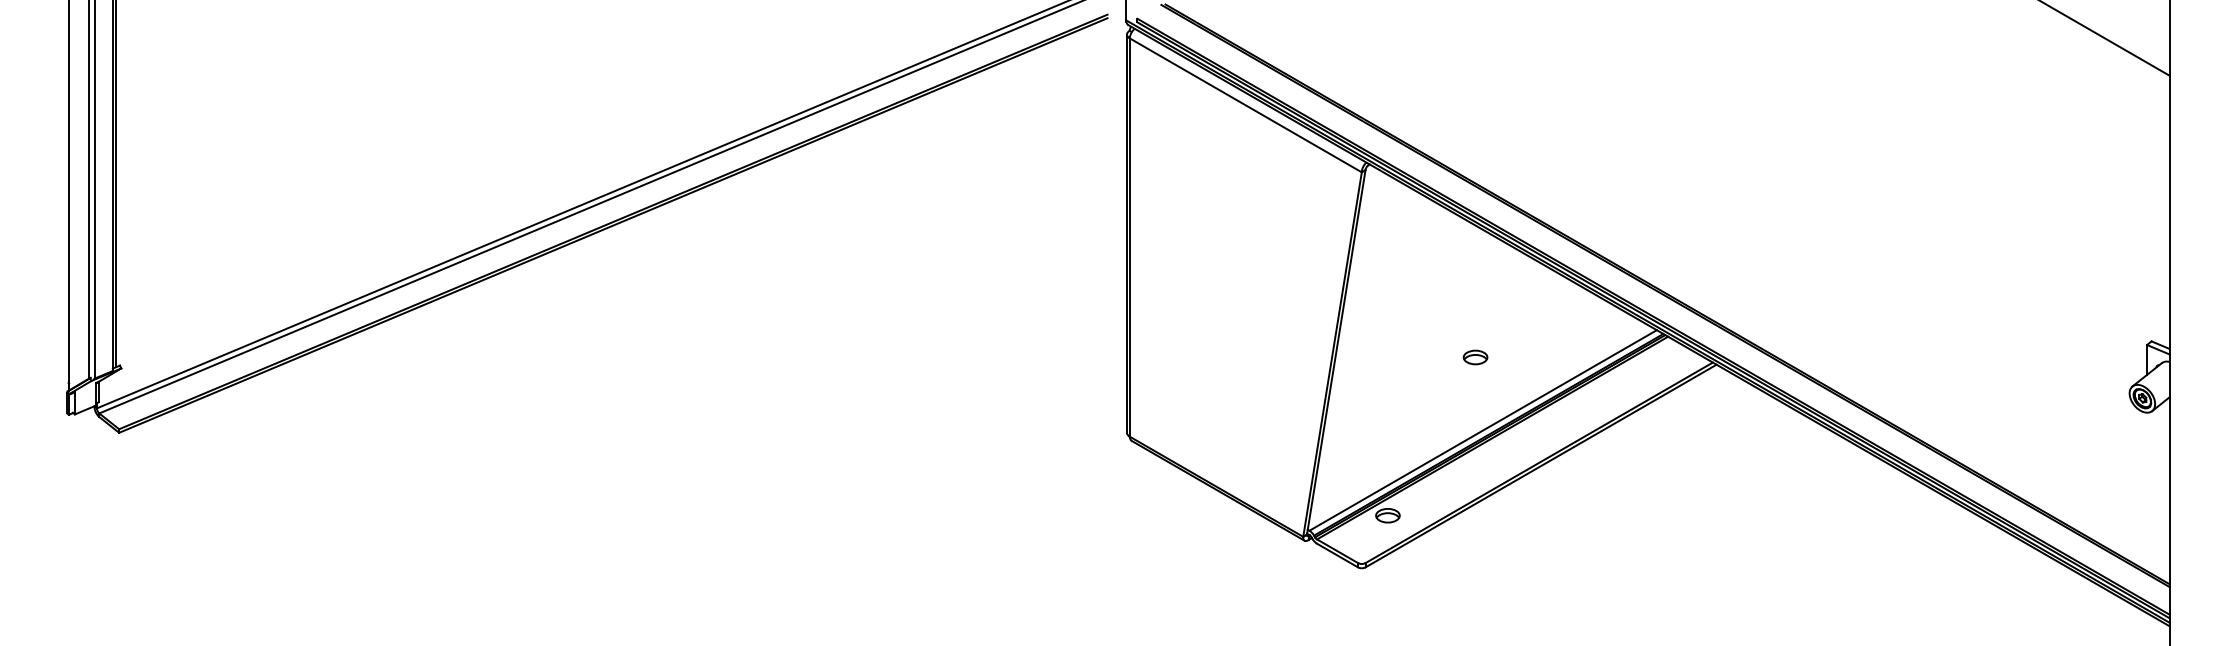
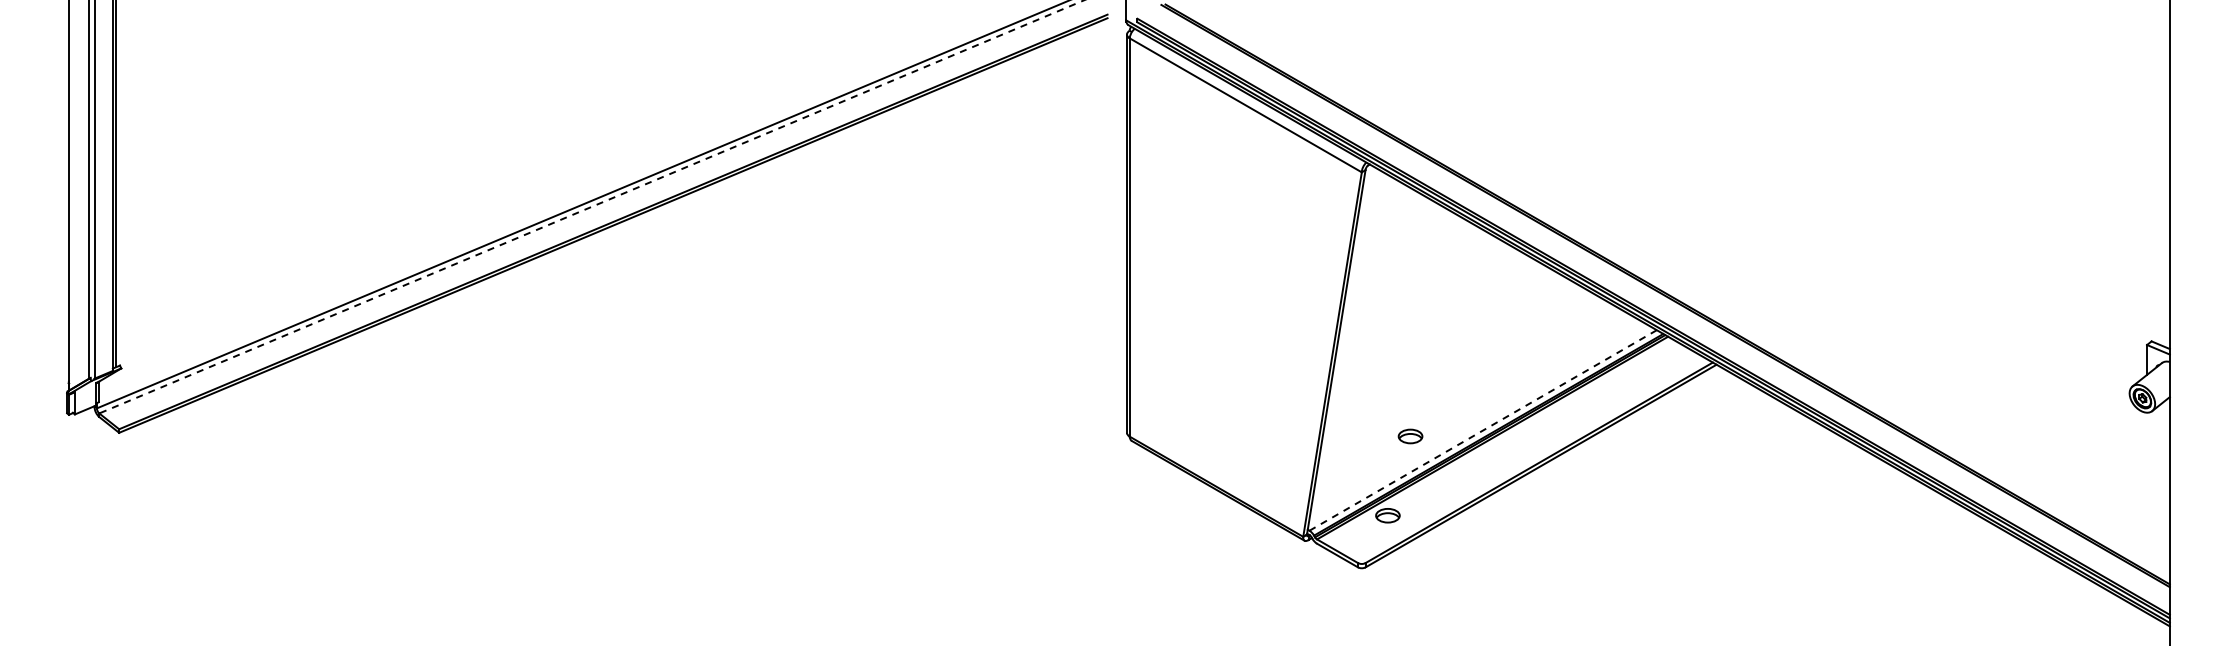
line at (2105, 38): present -> none
line at (591, 206): solid -> dashed
part at (1475, 357) position: (1475, 357) -> (1410, 436)
line at (1483, 430): solid -> dashed
